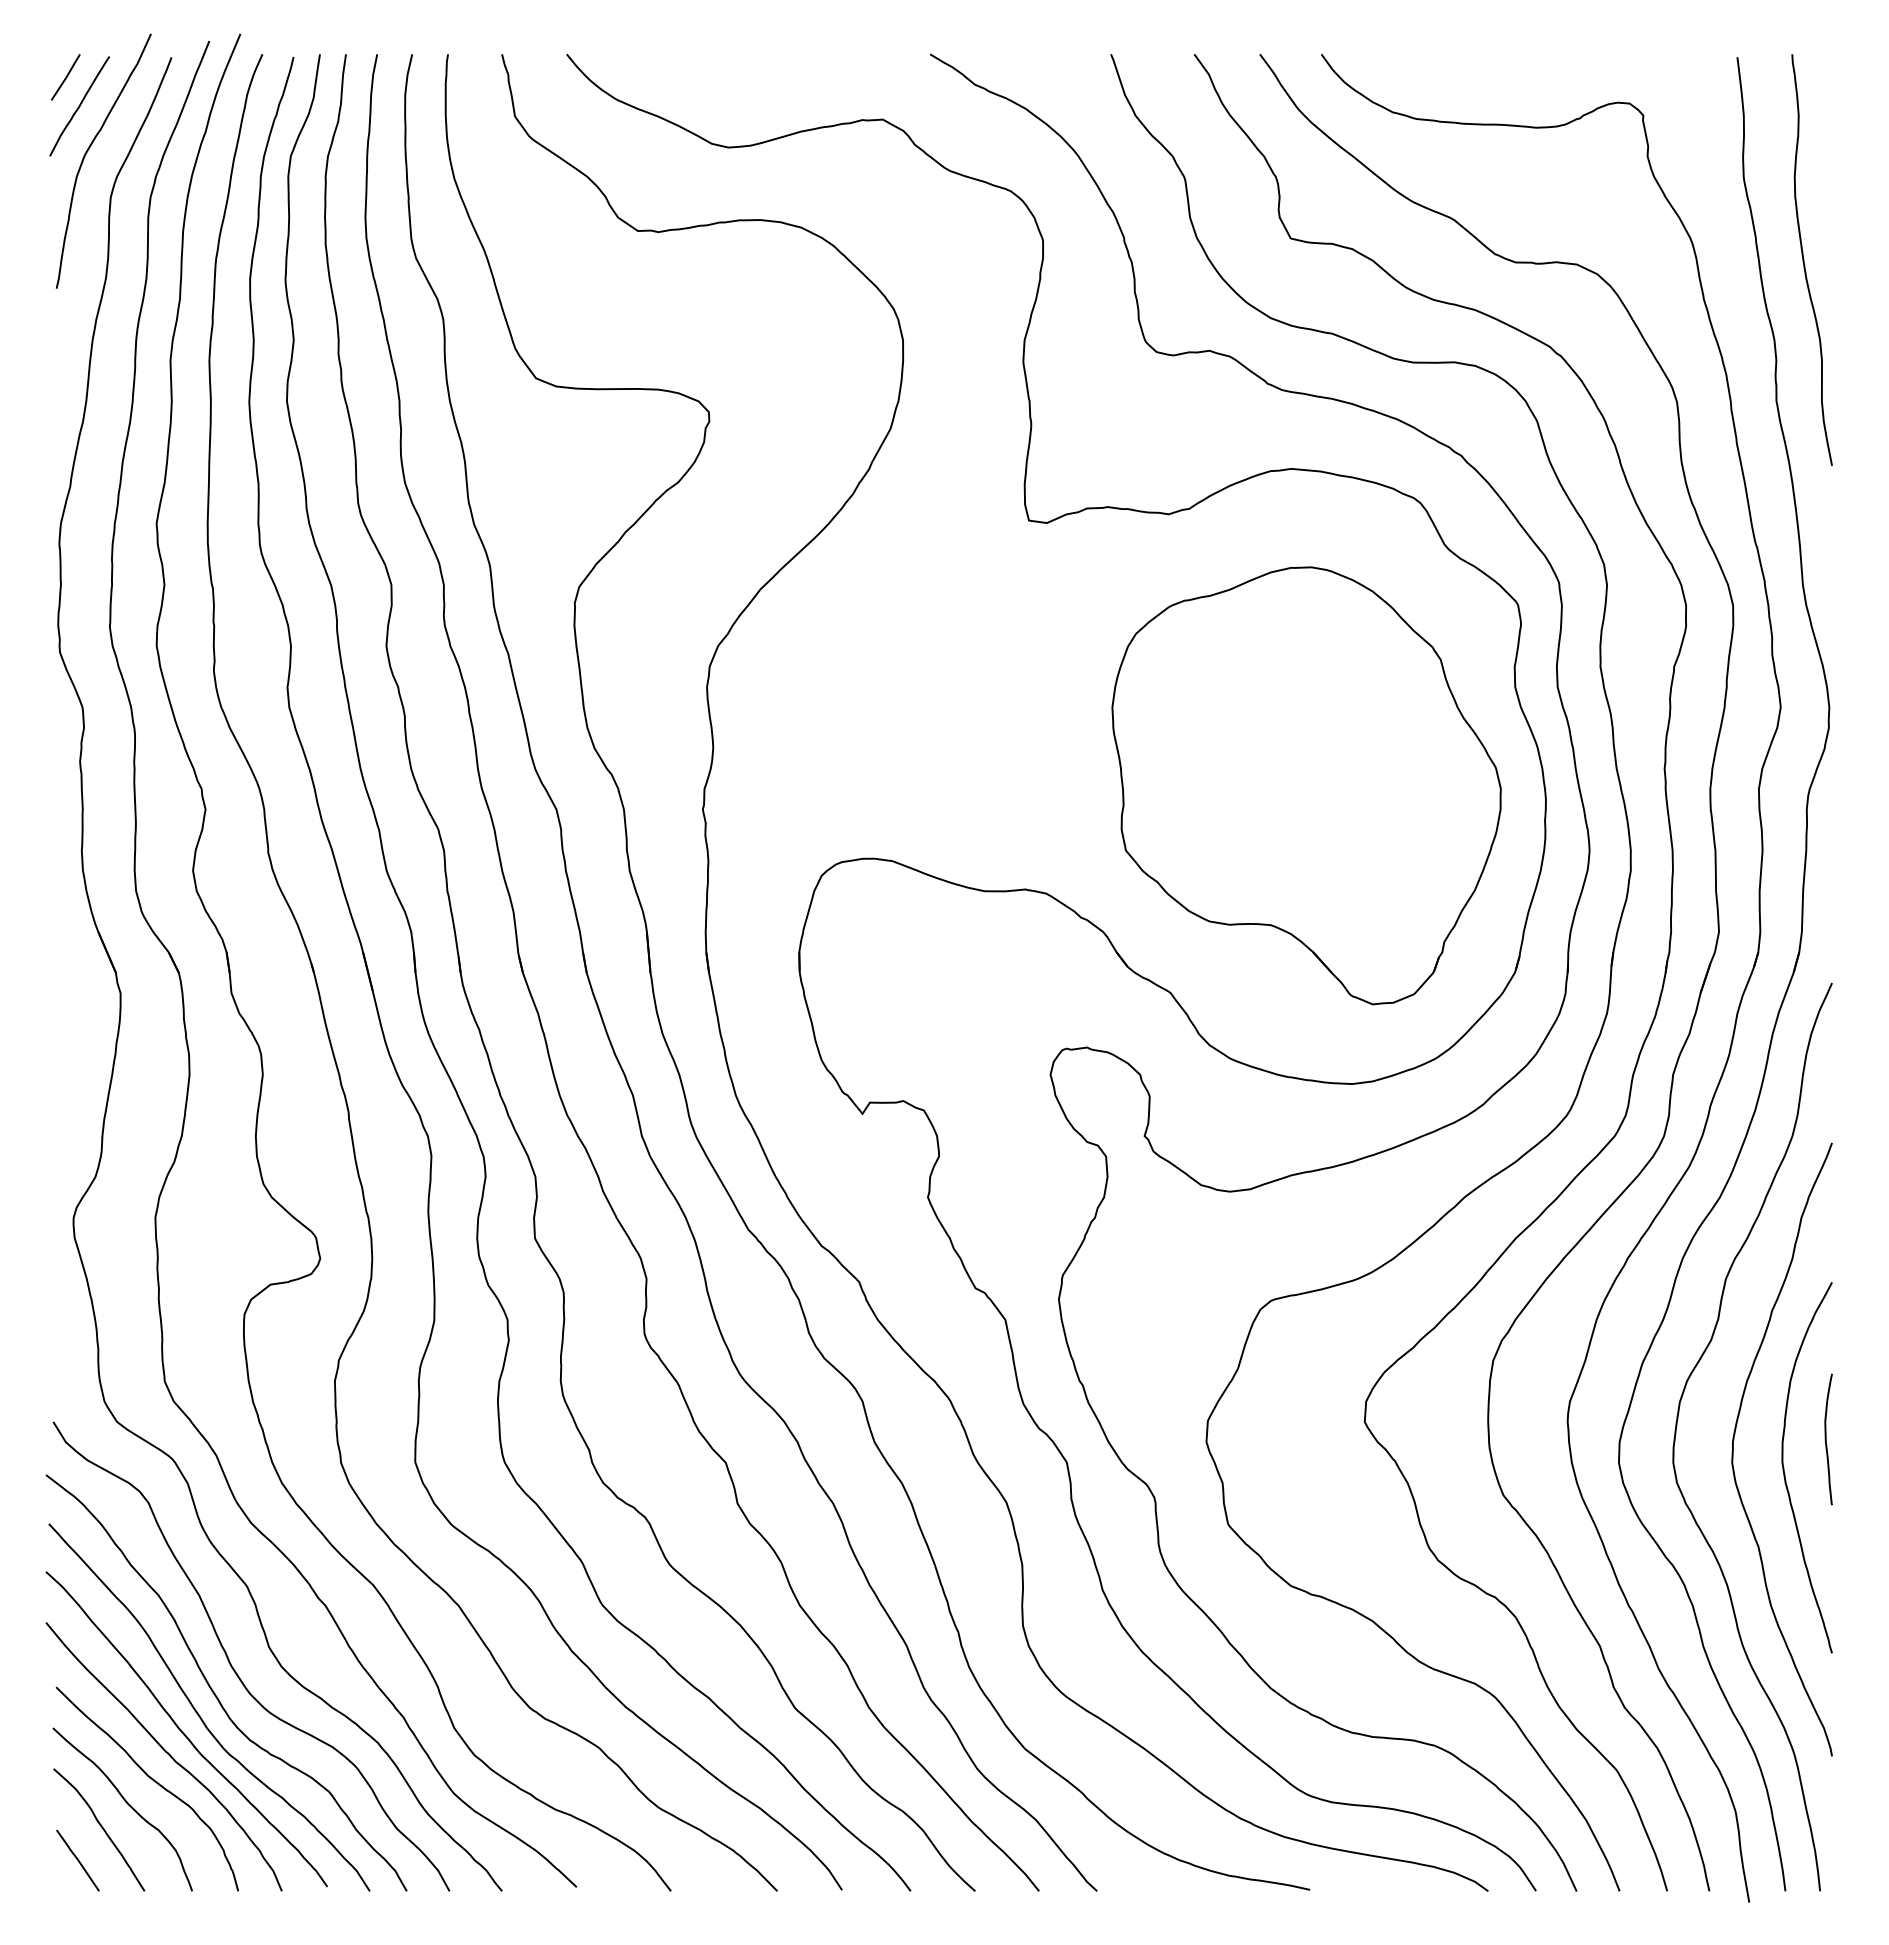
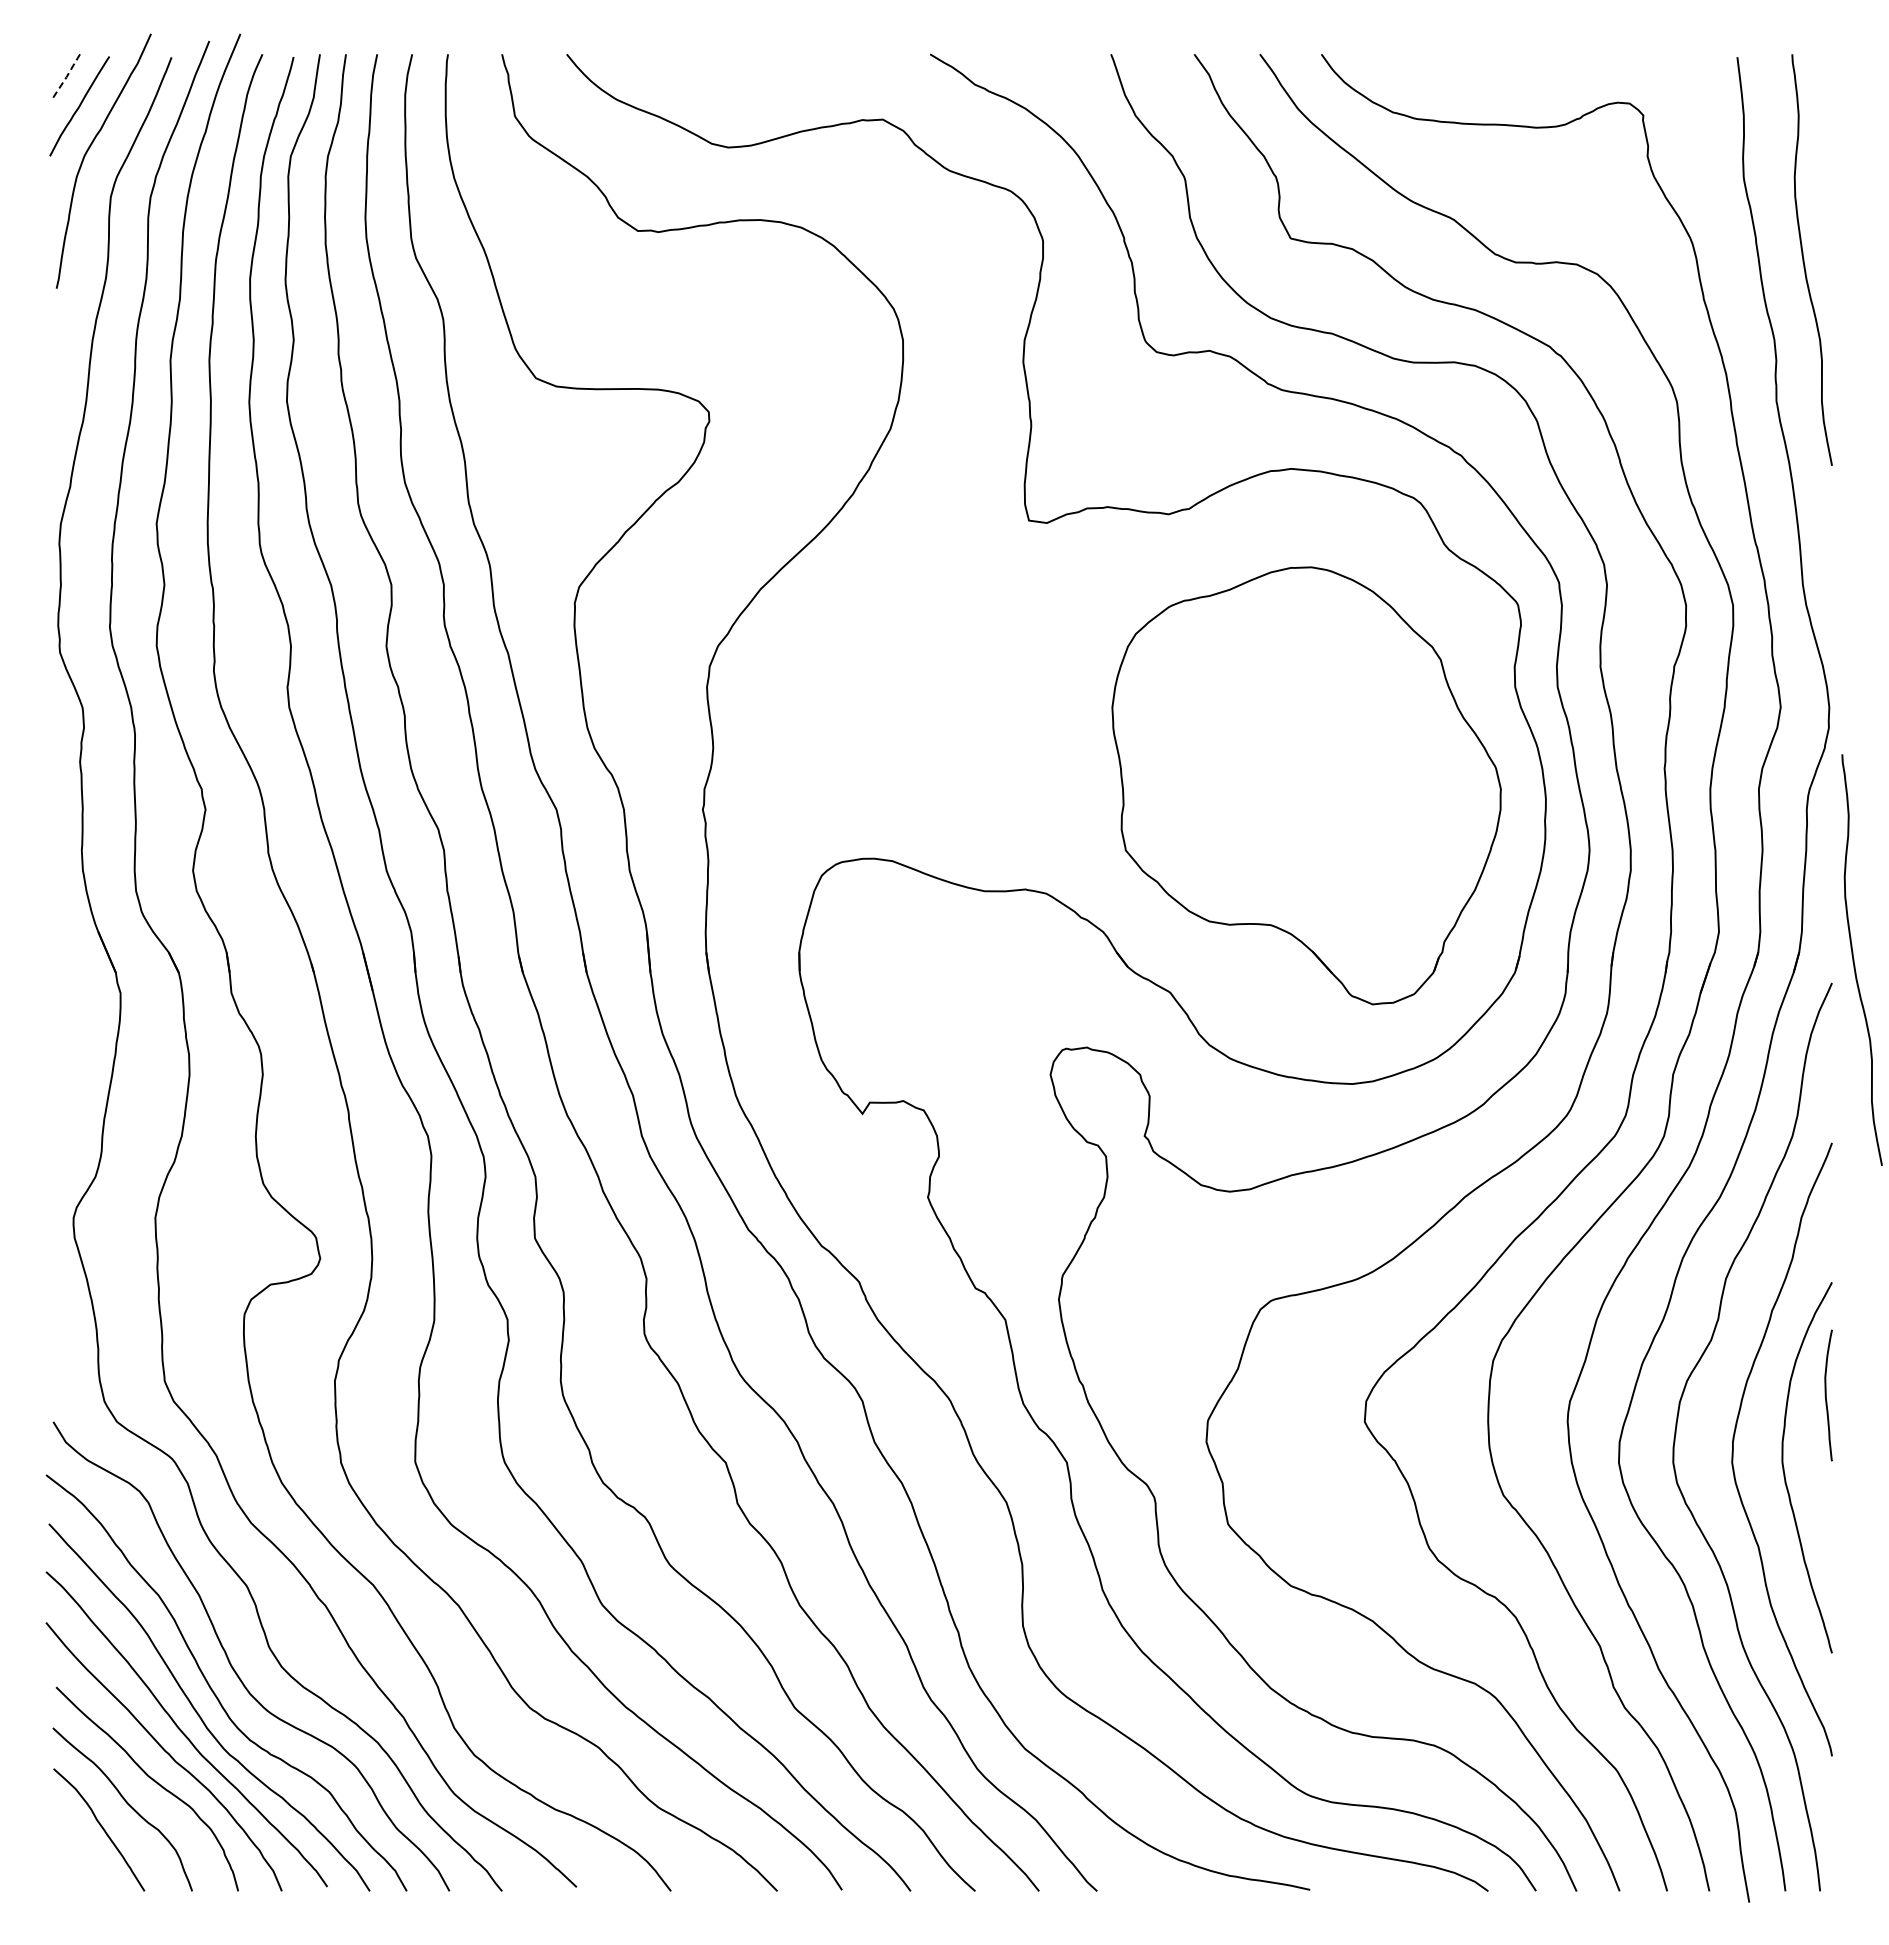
line at (66, 77): solid -> dashed
curve at (1854, 959): none -> present
curve at (1826, 1439) position: (1826, 1439) -> (1826, 1395)
line at (77, 1860): present -> none
